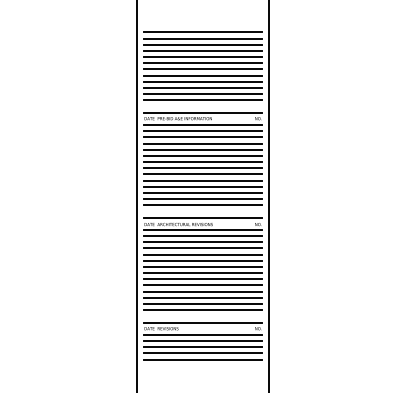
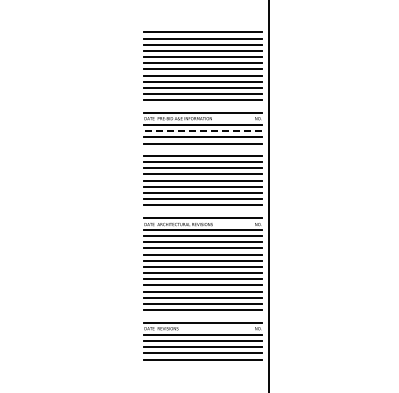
line at (203, 131): solid -> dashed
line at (203, 149): present -> none
line at (136, 195): present -> none
